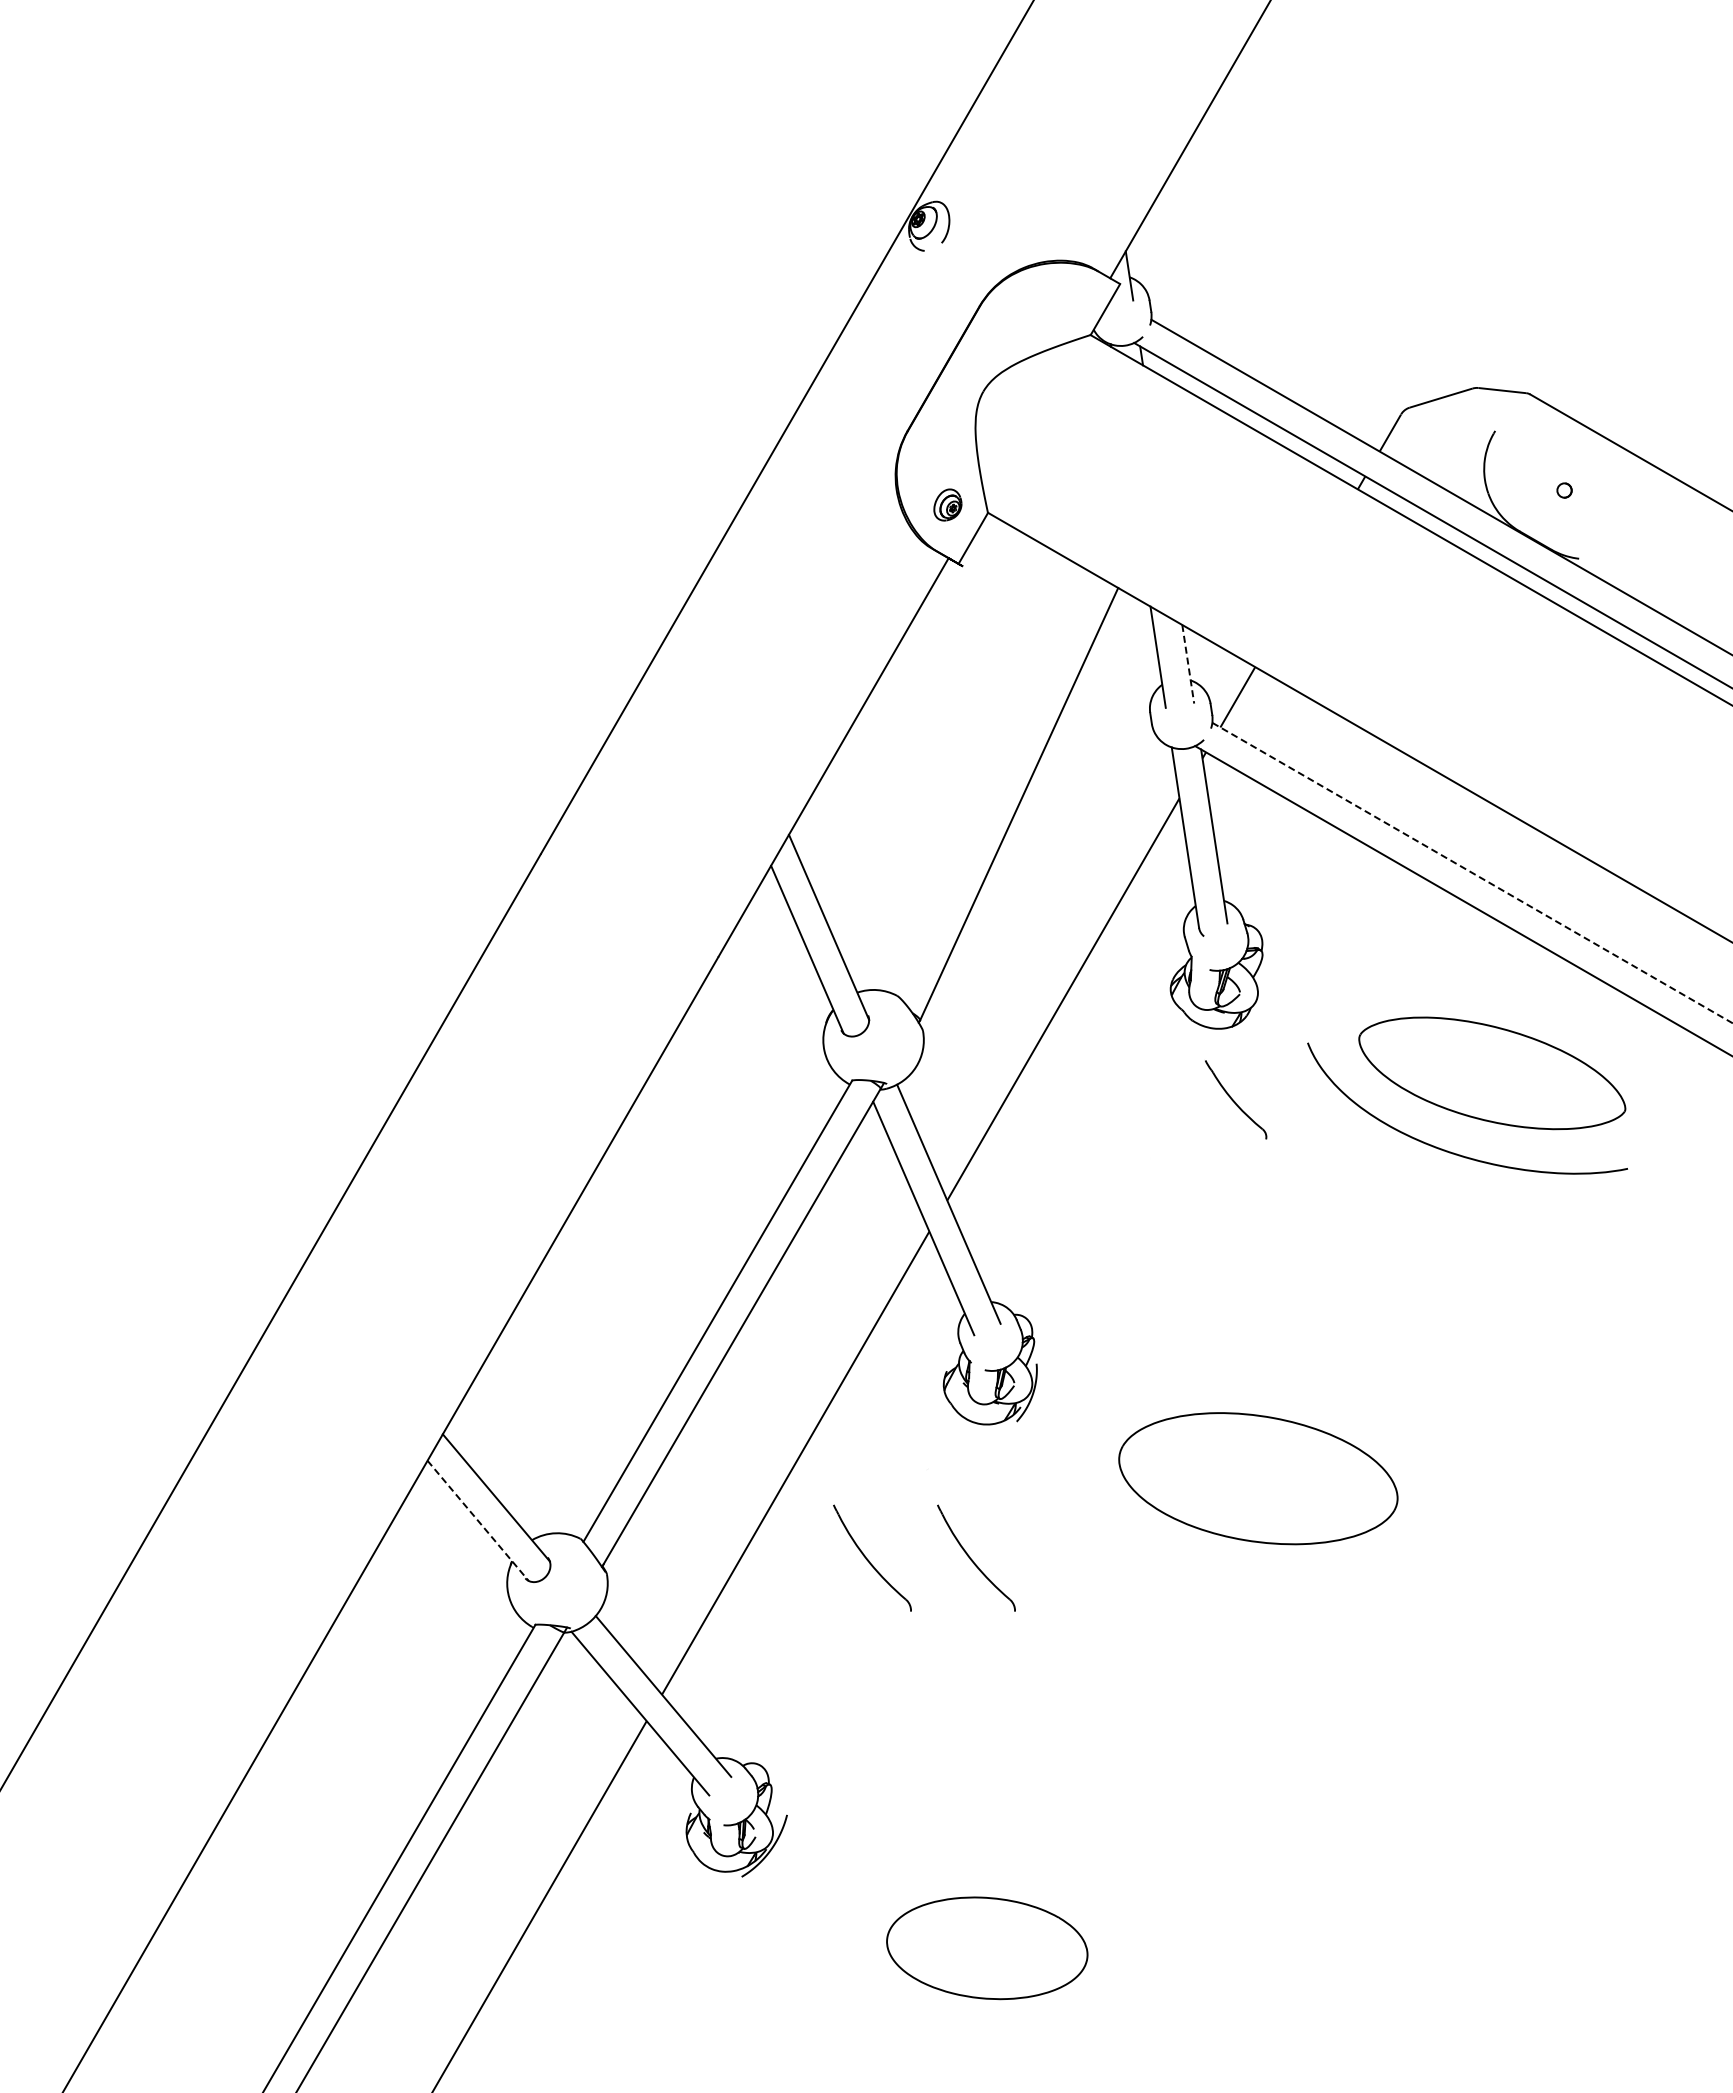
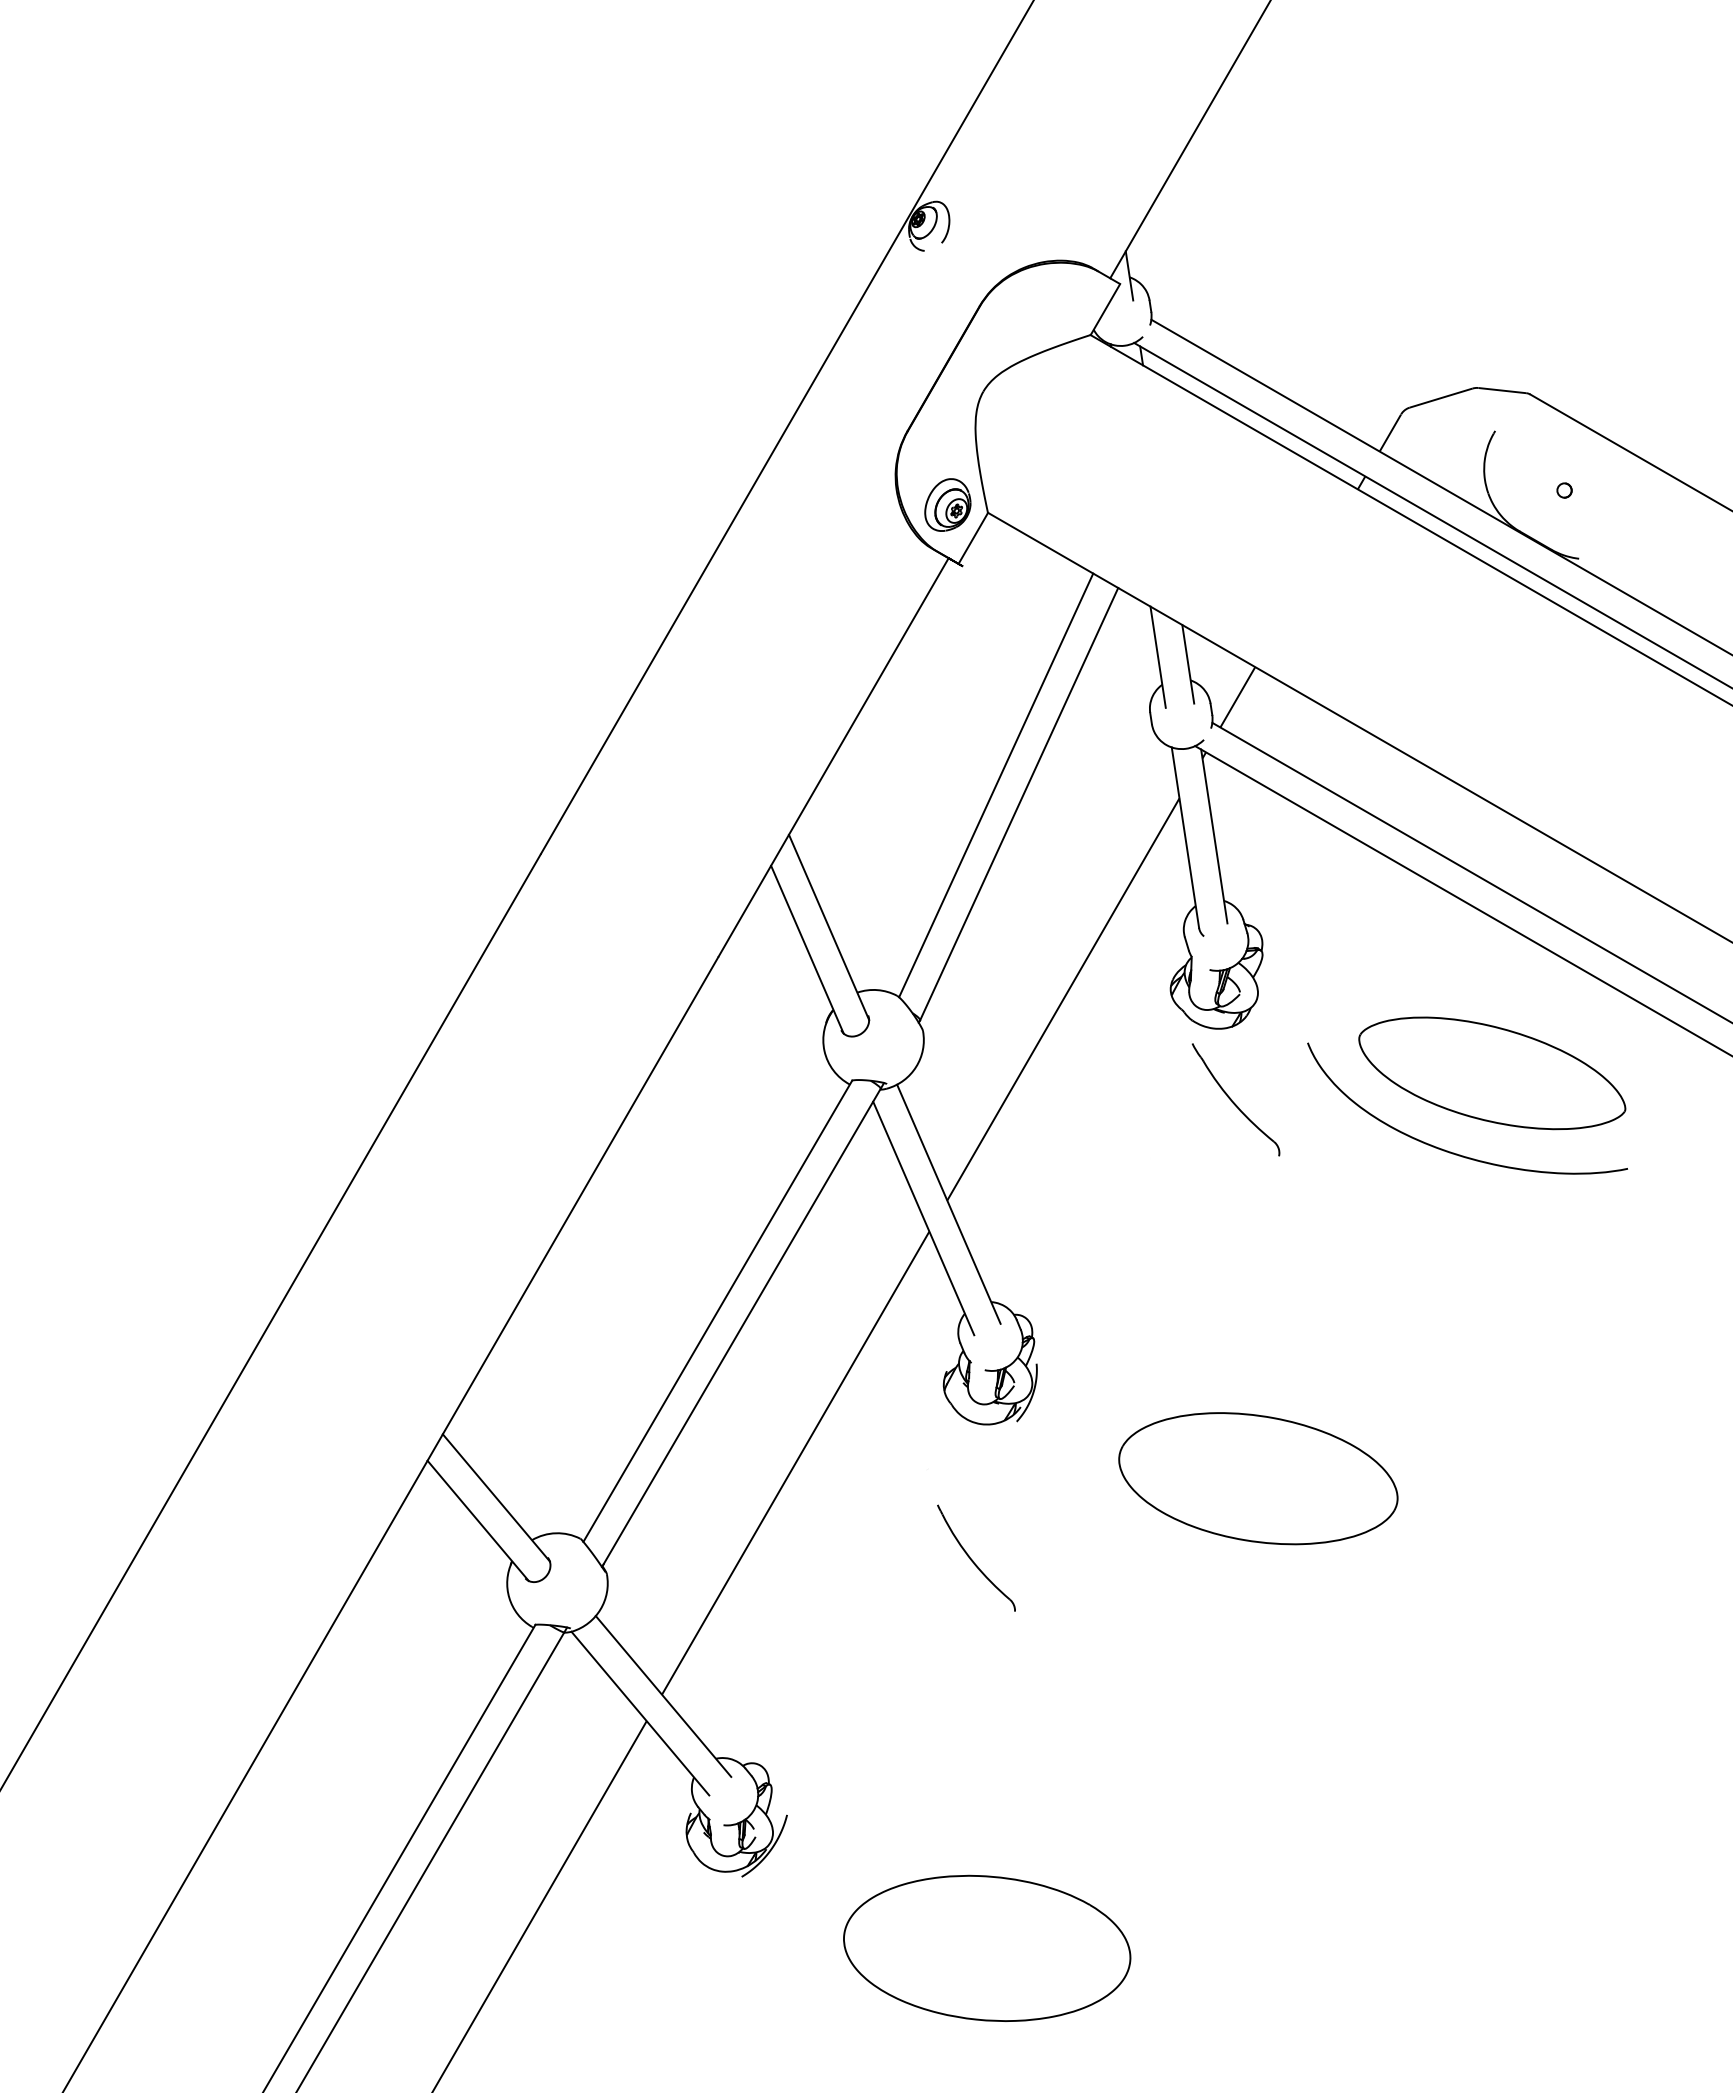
part at (947, 504) size: 30x34 px -> 48x54 px
line at (1188, 664): dashed -> solid
line at (996, 785): none -> present
line at (1472, 873): dashed -> solid
part at (1236, 1099) size: 63x80 px -> 90x114 px
line at (478, 1520): dashed -> solid
part at (872, 1557): present -> none
part at (987, 1948) size: 203x105 px -> 289x148 px
